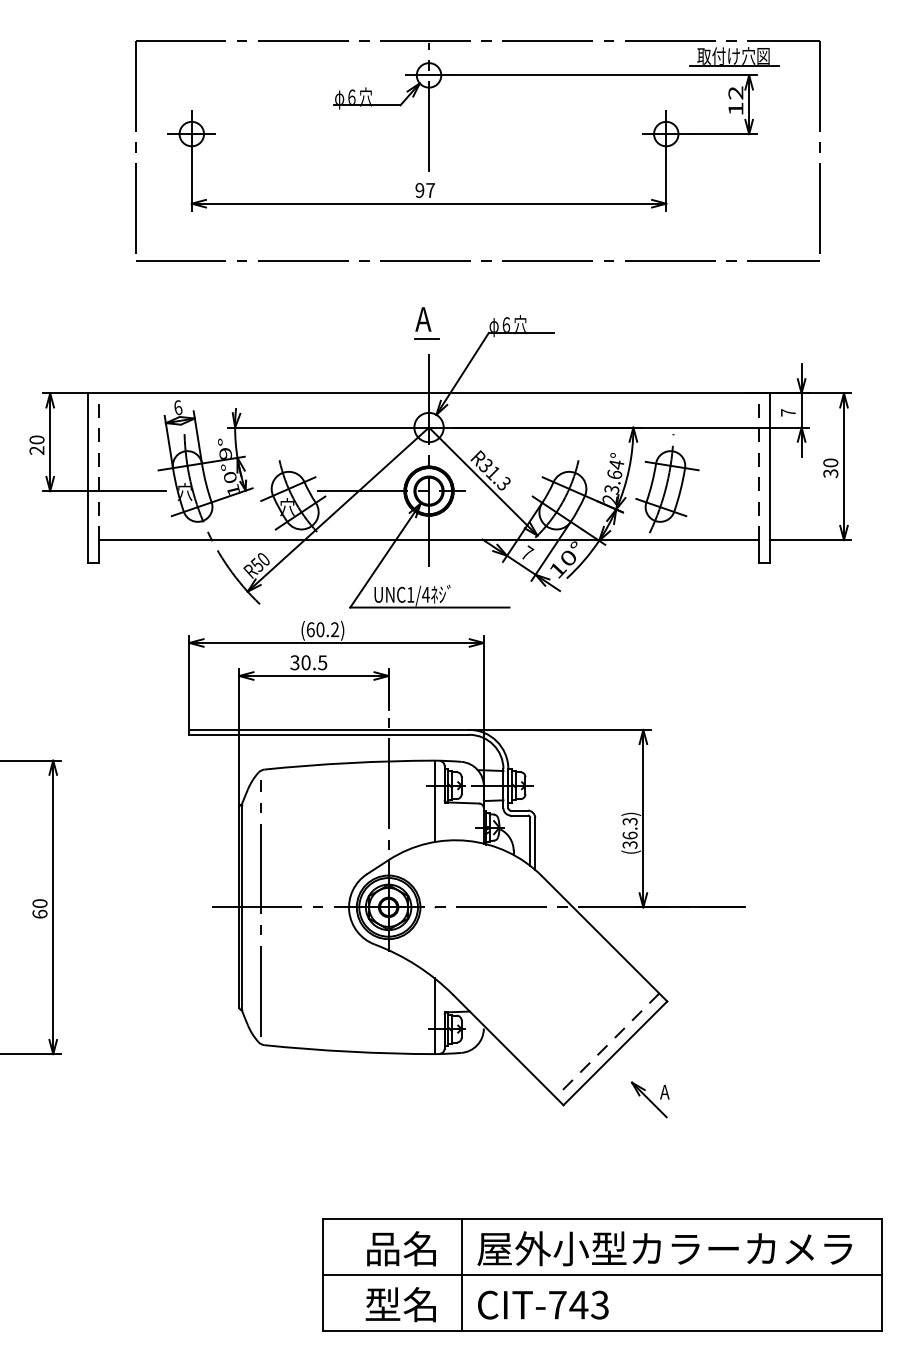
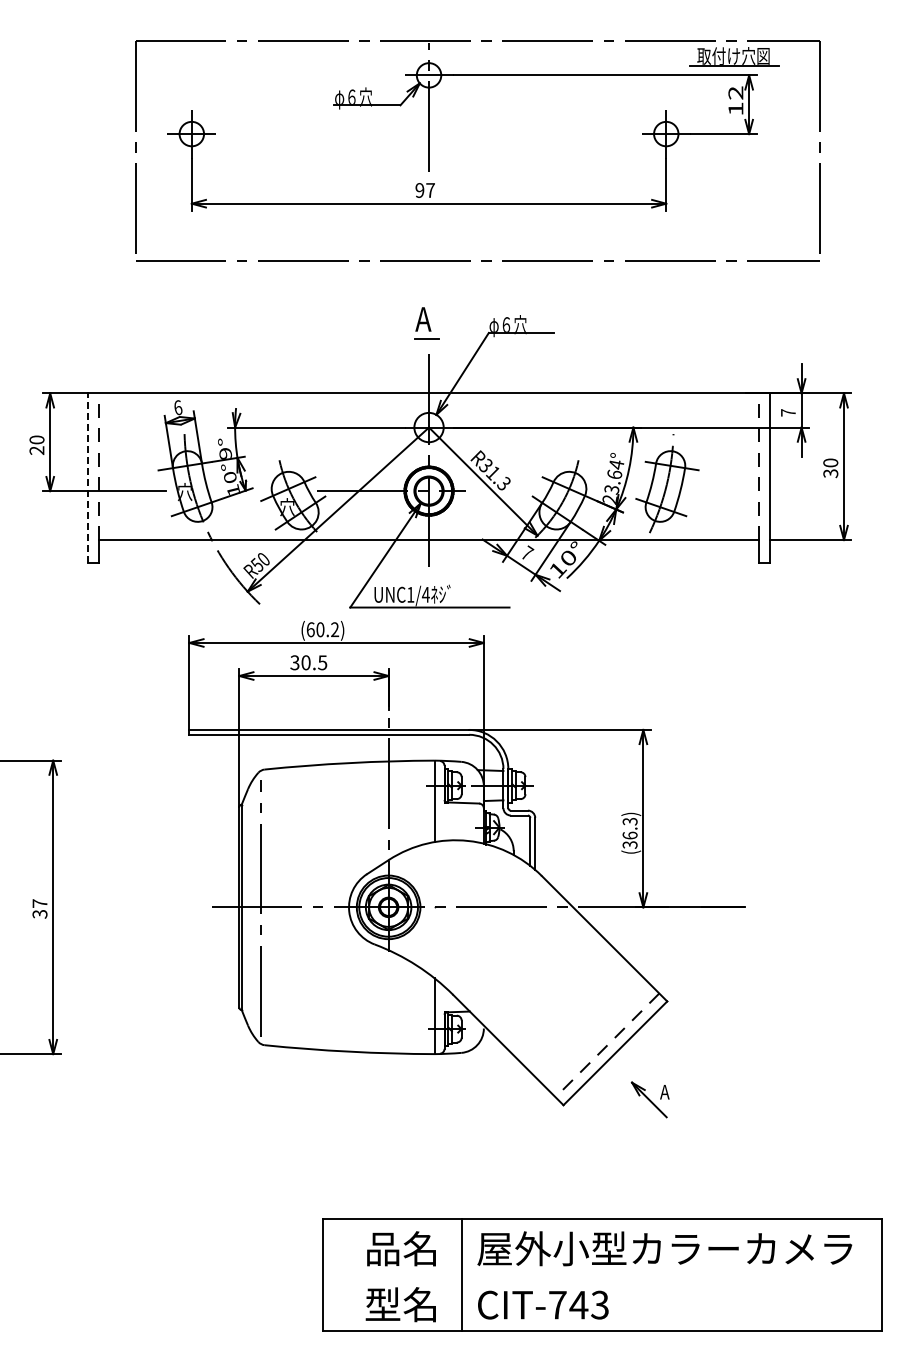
line at (87, 477): solid -> dashed
text at (39, 908): 60 -> 37
line at (601, 1274): present -> none
